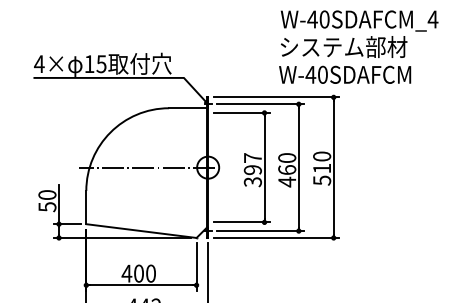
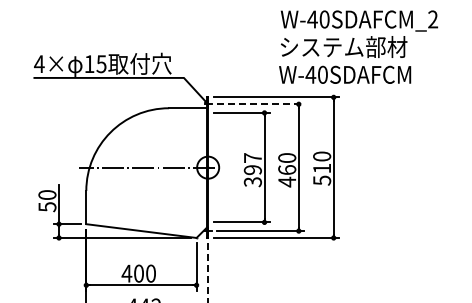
text at (432, 19): W-40SDAFCM_4 -> W-40SDAFCM_2
line at (260, 104): solid -> dashed
line at (208, 273): solid -> dashed
